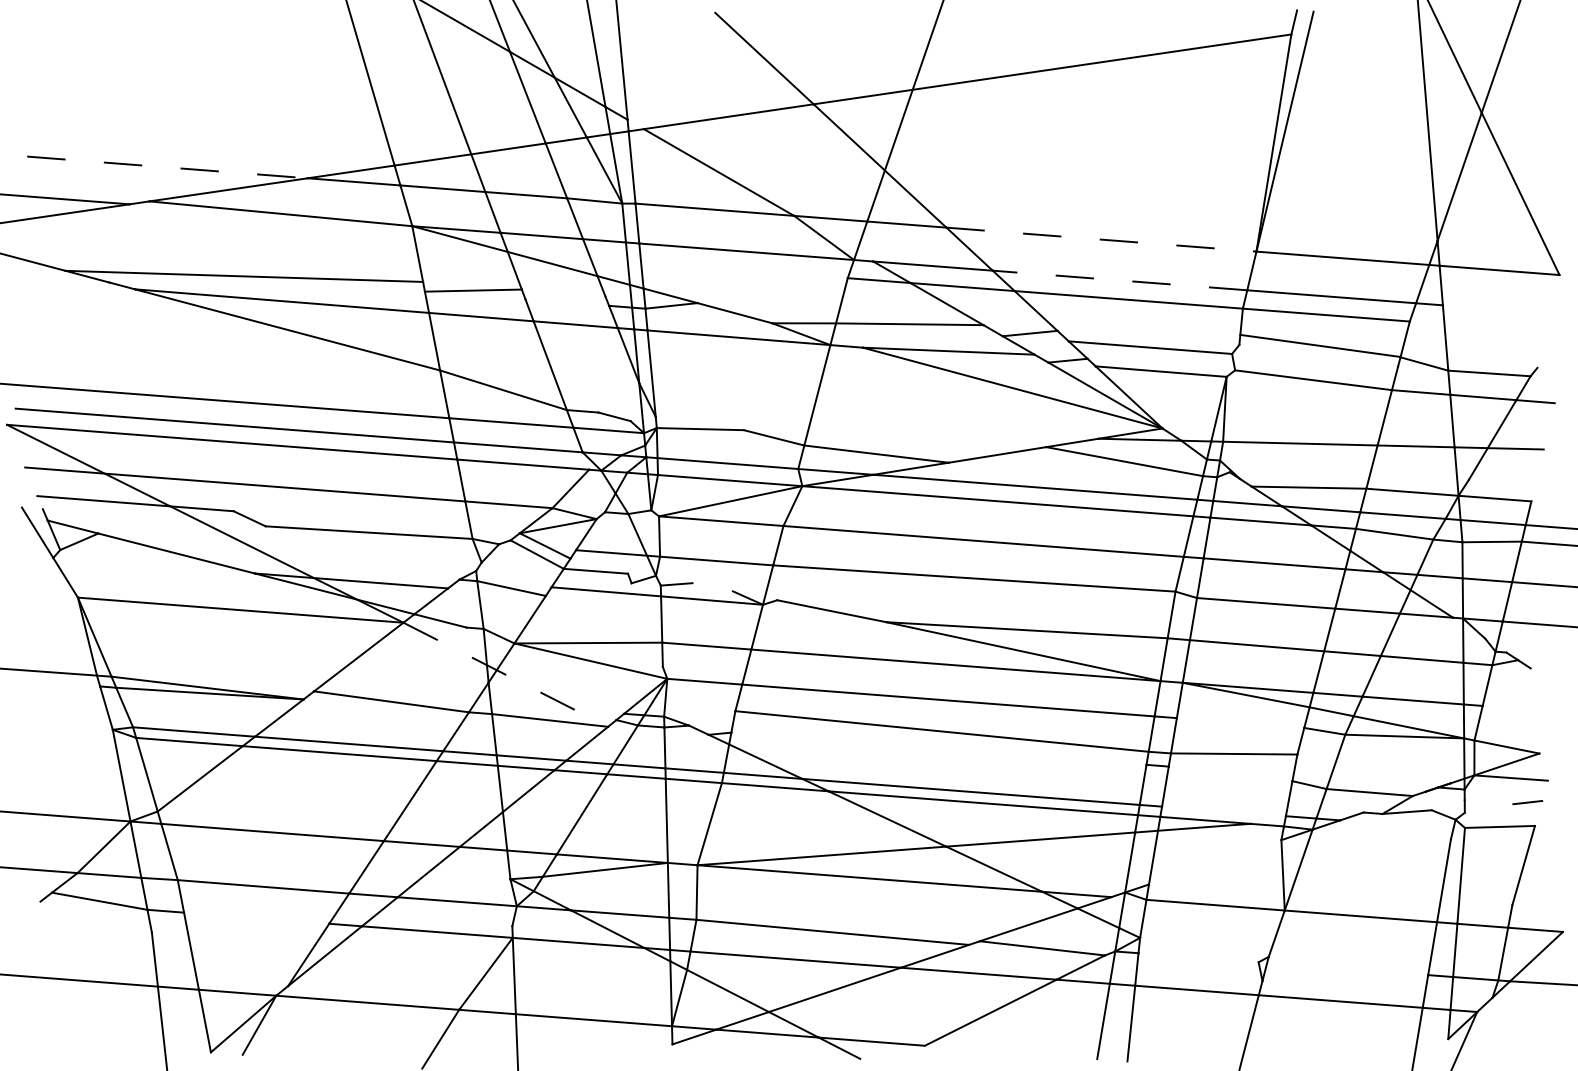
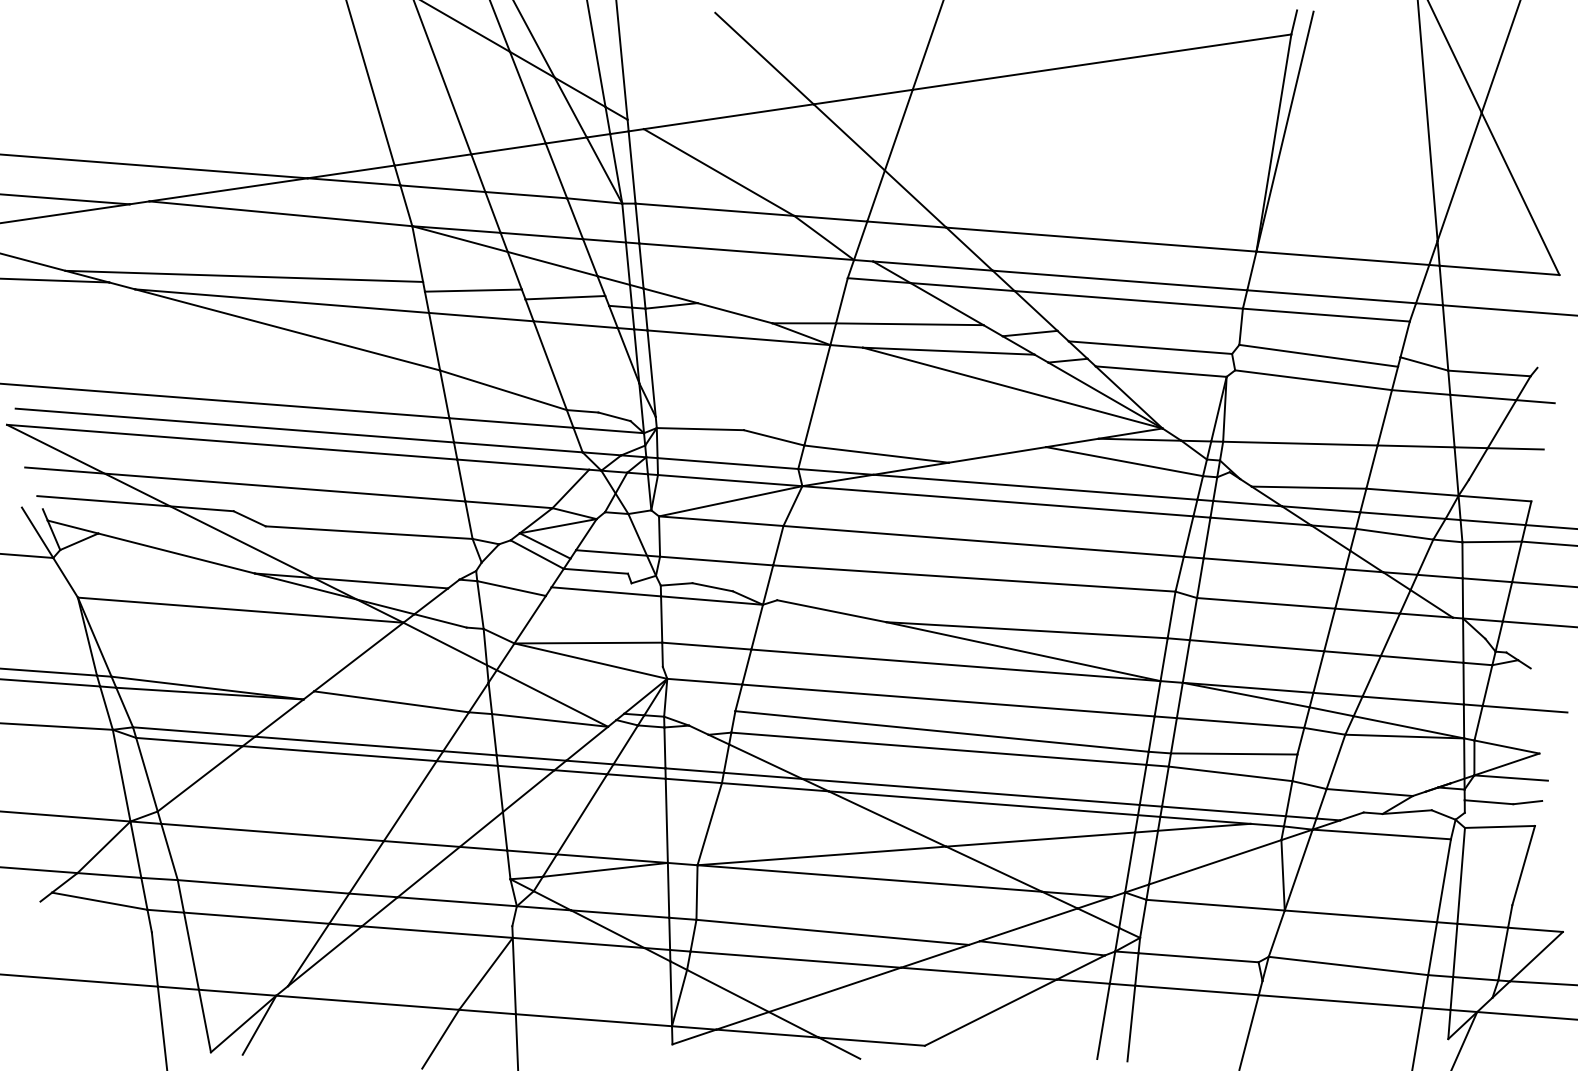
line at (154, 166): dashed -> solid
line at (1101, 239): dashed -> solid
line at (55, 280): none -> present
line at (1120, 280): dashed -> solid
line at (565, 297): none -> present
line at (1508, 310): none -> present
line at (1319, 345) position: (1319, 345) -> (1318, 355)
line at (27, 555): none -> present
line at (712, 587): none -> present
line at (505, 674): dashed -> solid
line at (51, 682): none -> present
line at (1524, 708): none -> present
line at (1240, 722): none -> present
line at (57, 726): none -> present
line at (938, 748): none -> present
line at (1230, 773): none -> present
line at (1488, 802): none -> present
line at (1223, 811): none -> present
line at (1381, 834): none -> present
line at (1215, 862): none -> present
line at (256, 917): none -> present
line at (1198, 957): none -> present
line at (1348, 965): none -> present
line at (1525, 1015): none -> present
